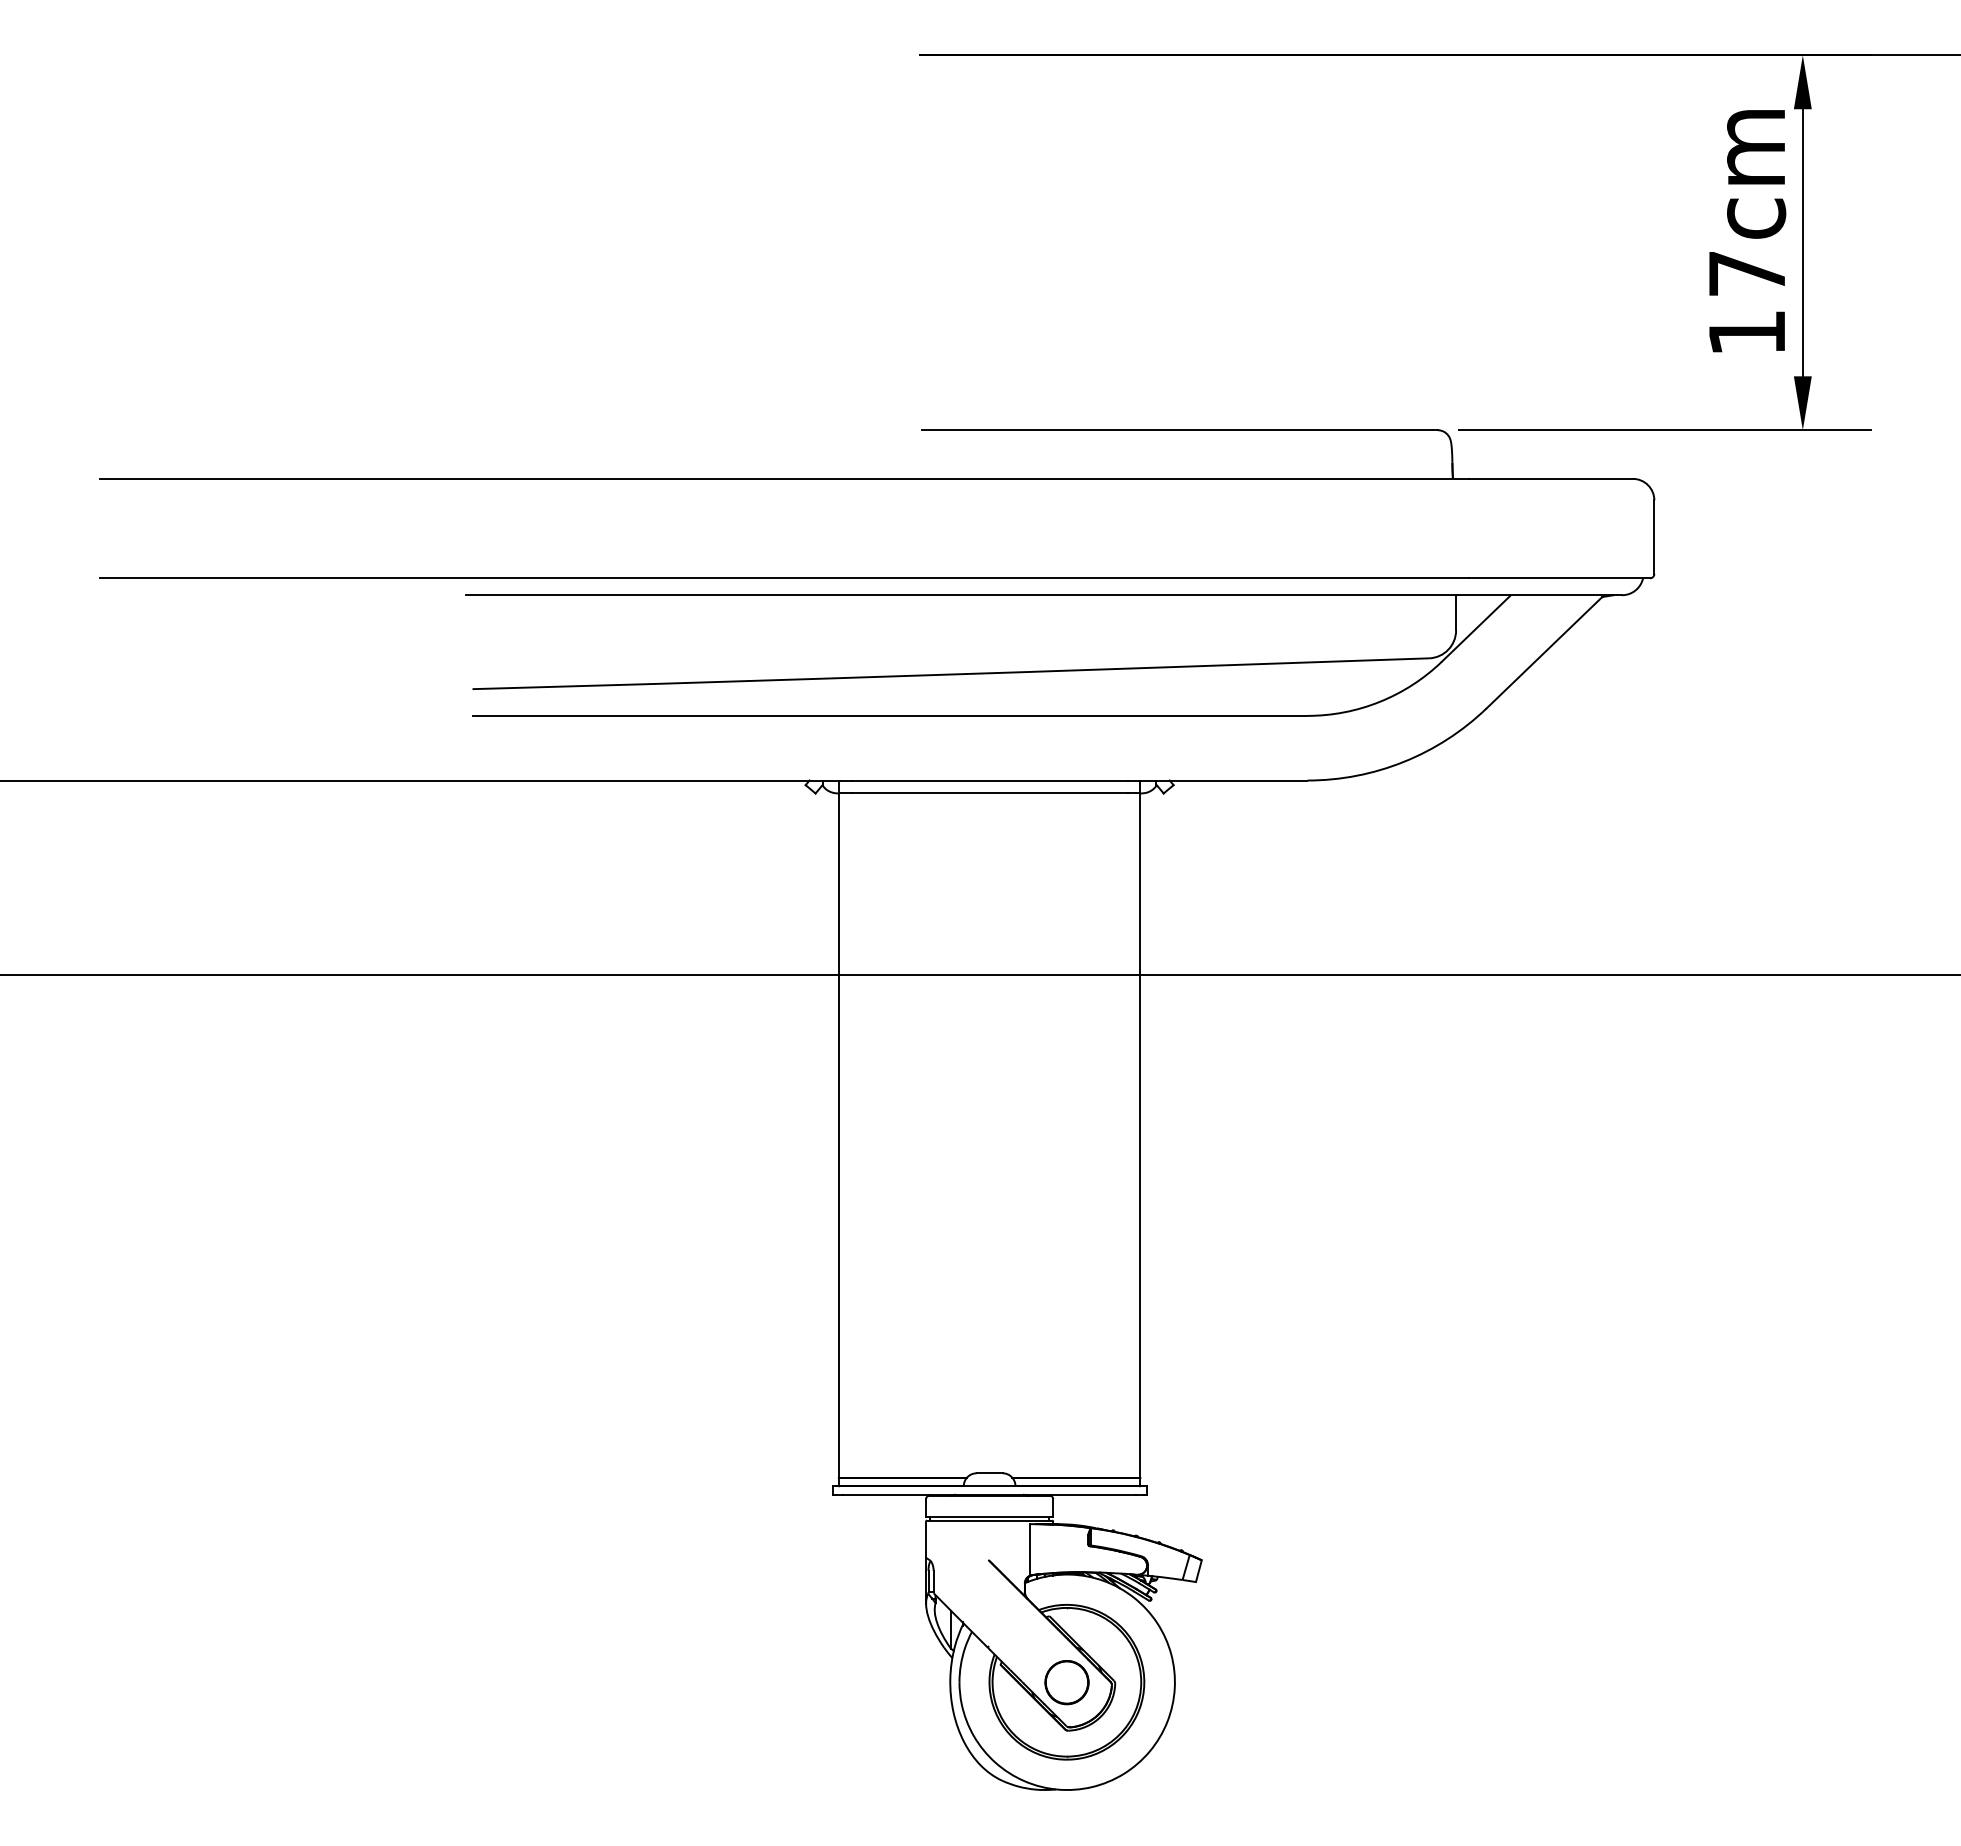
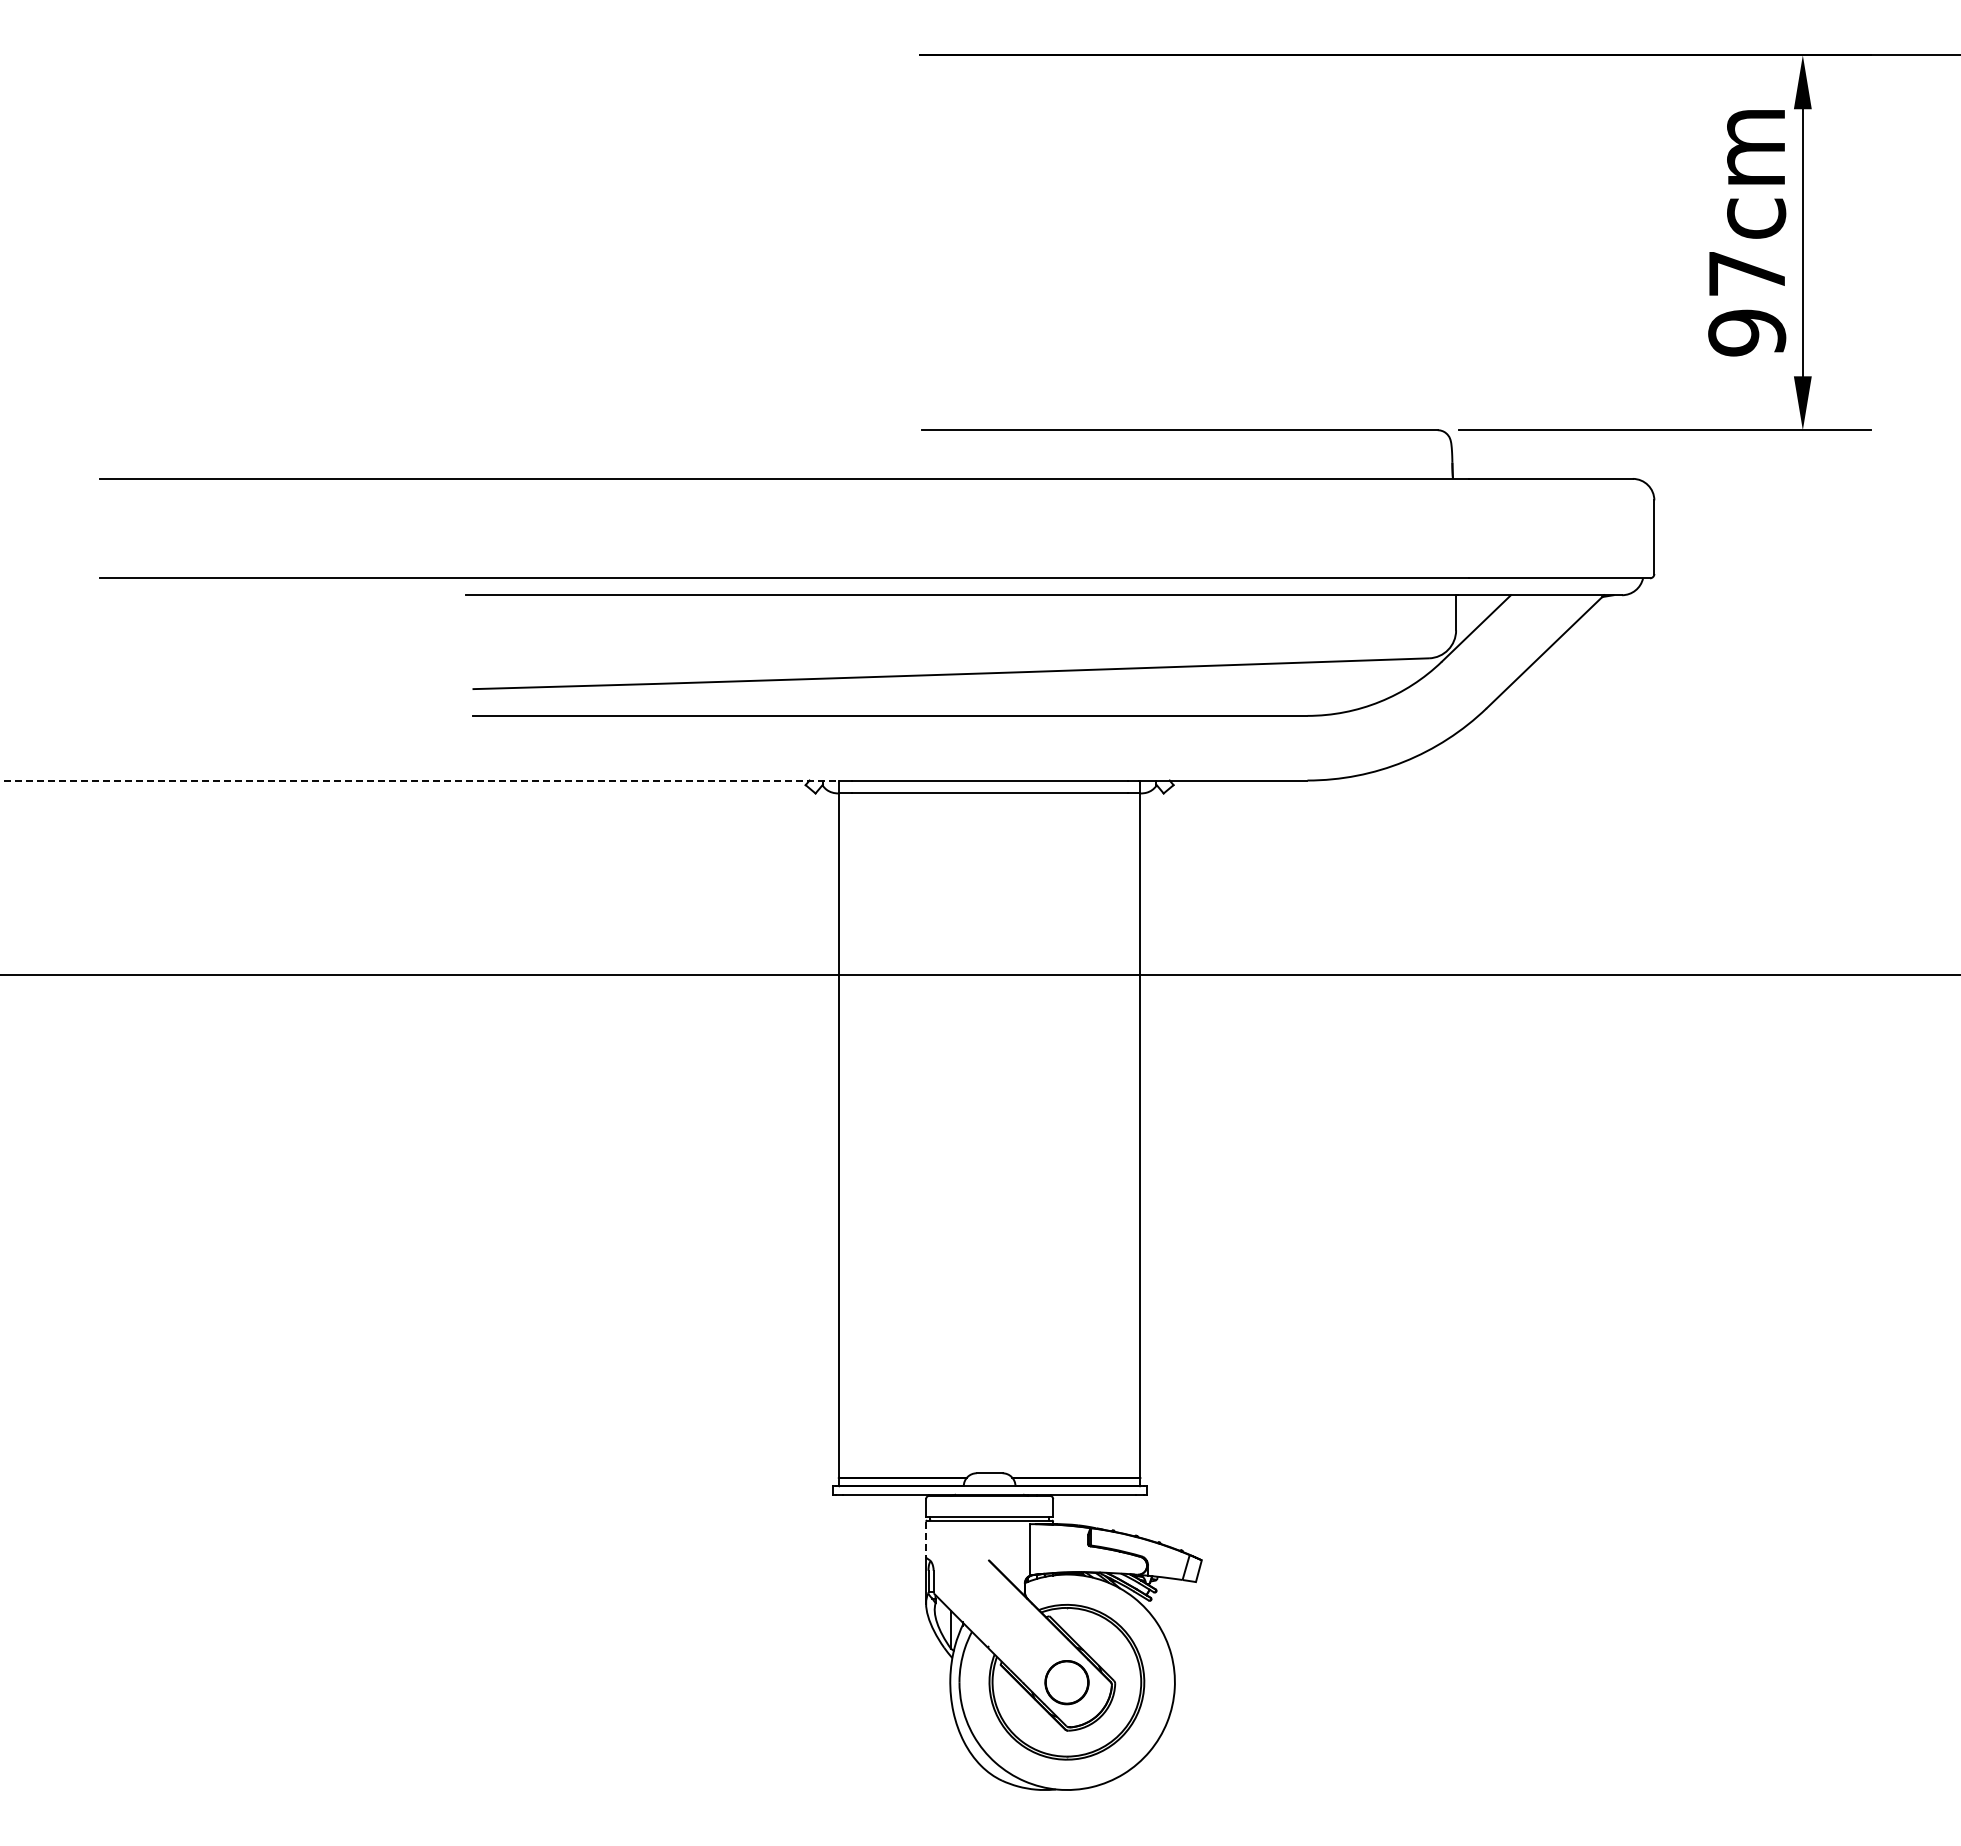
text at (1747, 332): 17cm -> 97cm
line at (420, 780): solid -> dashed
line at (926, 1540): solid -> dashed
